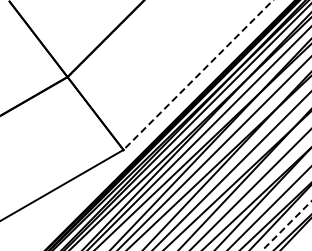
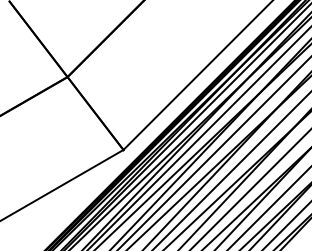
line at (198, 75): dashed -> solid
line at (286, 225): dashed -> solid
